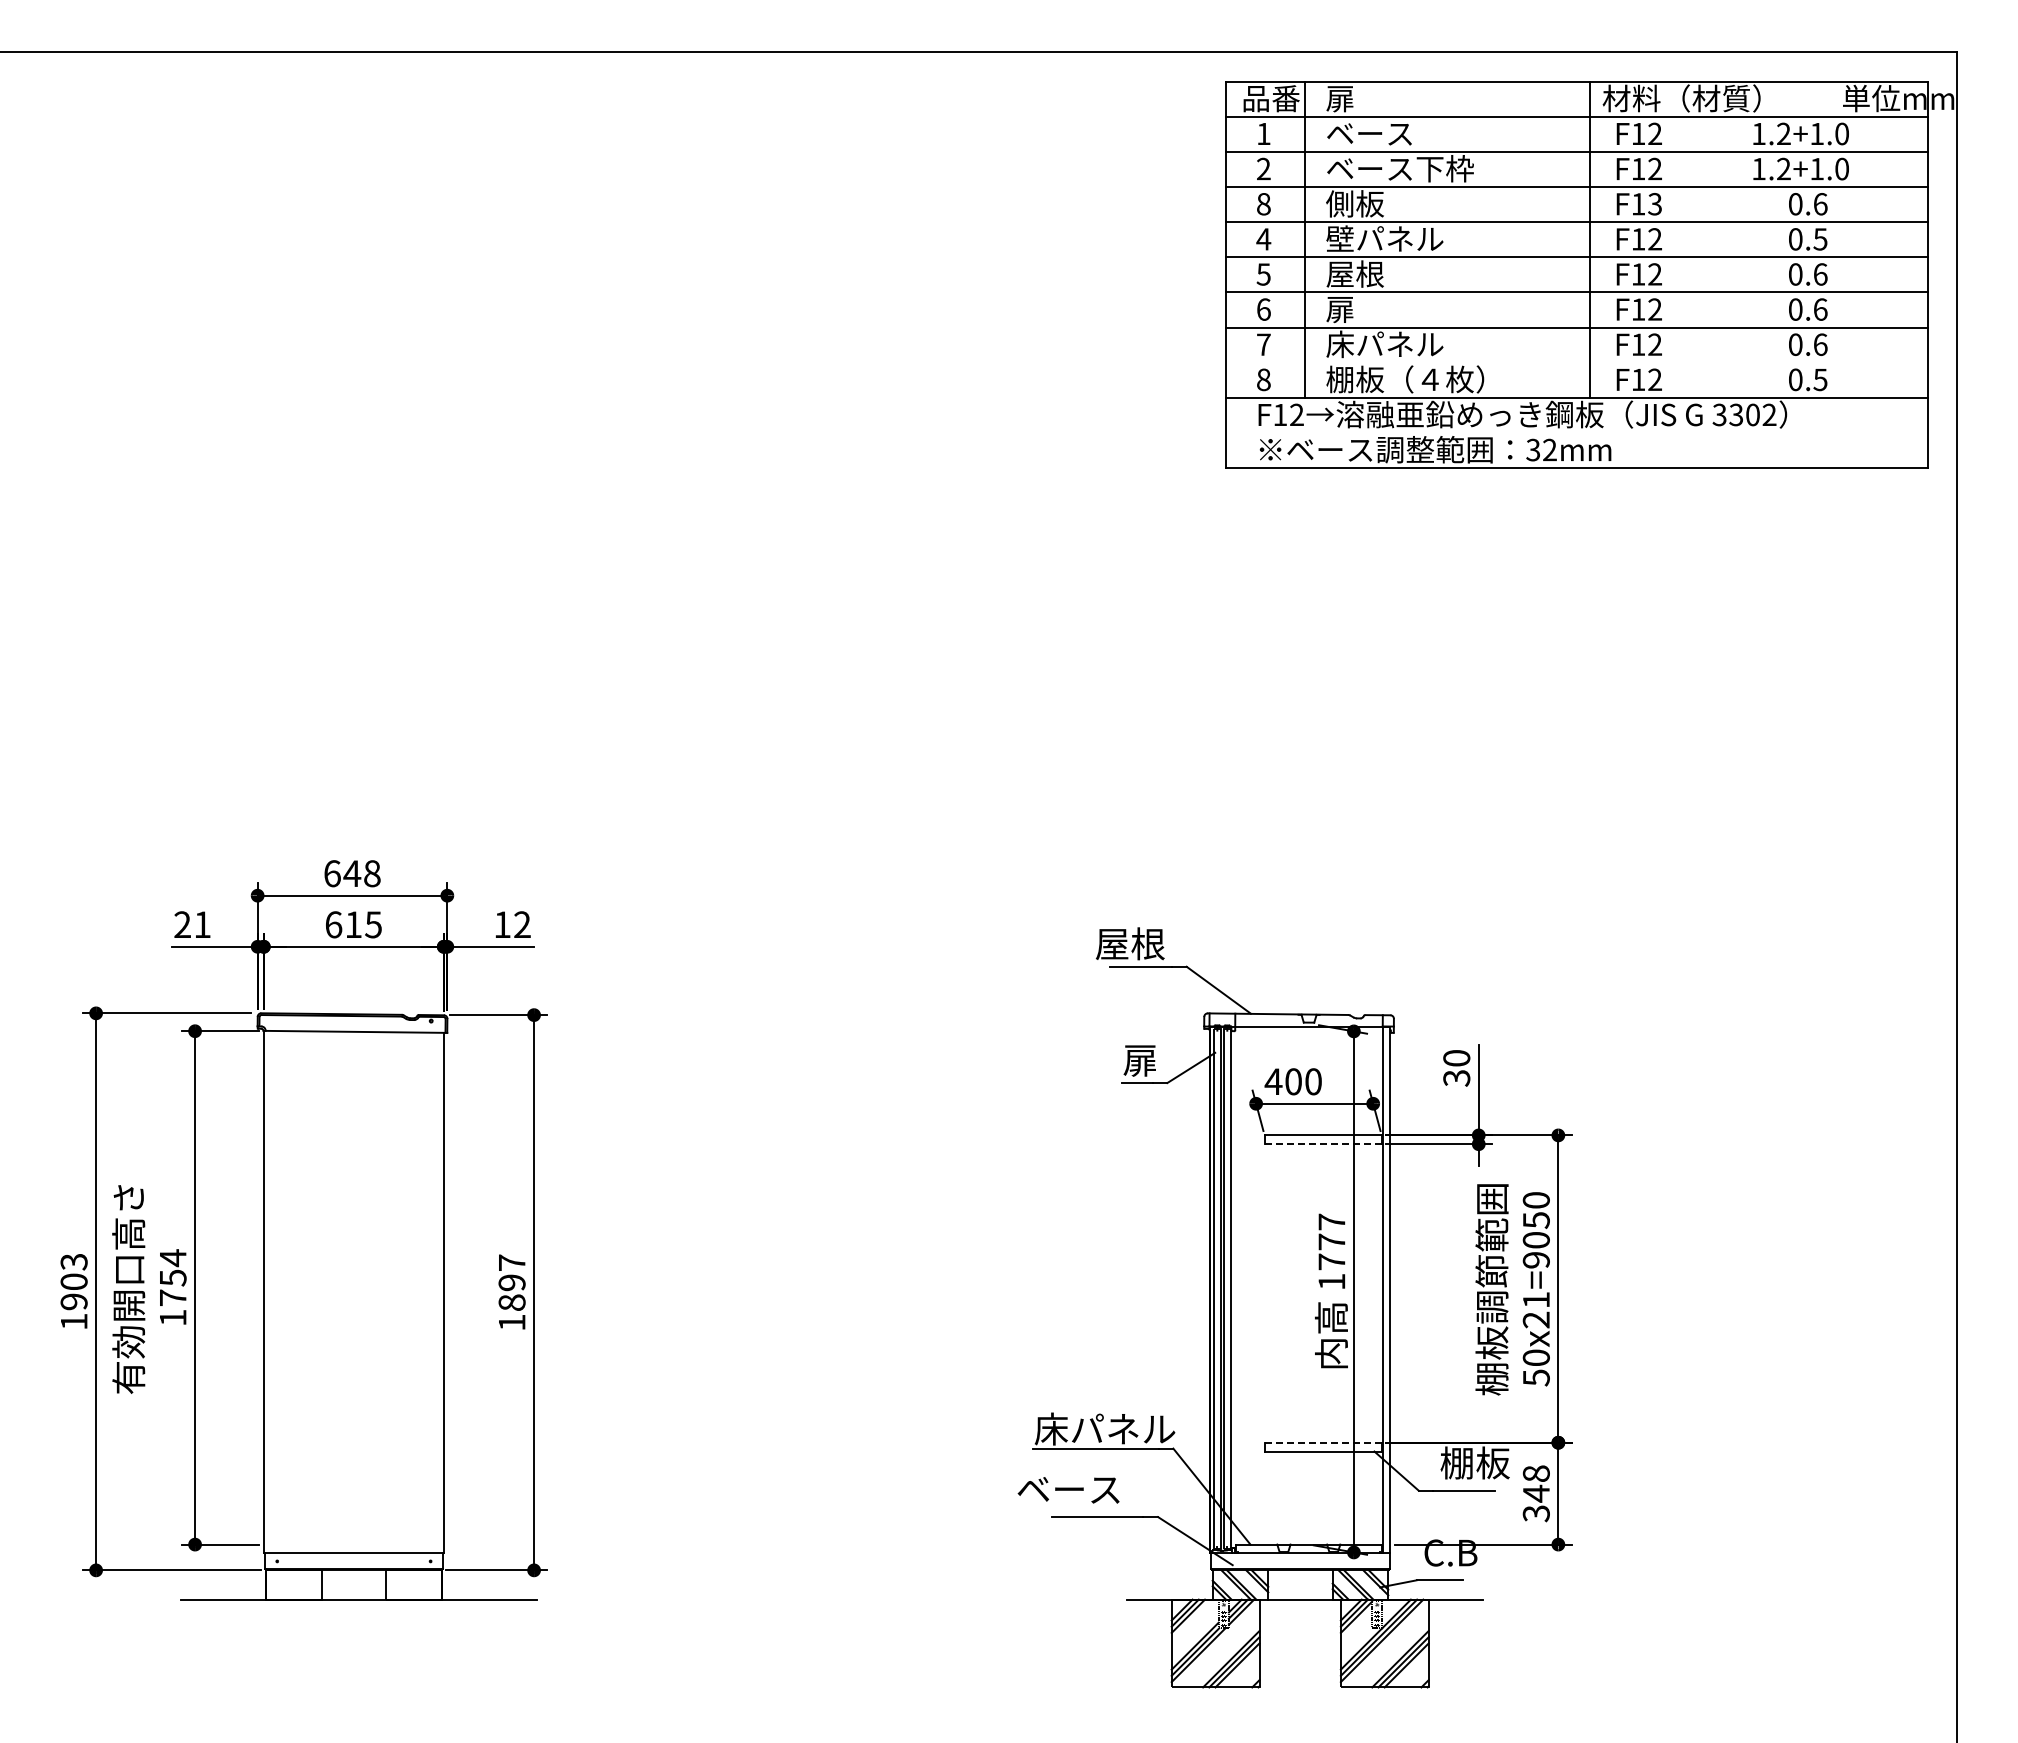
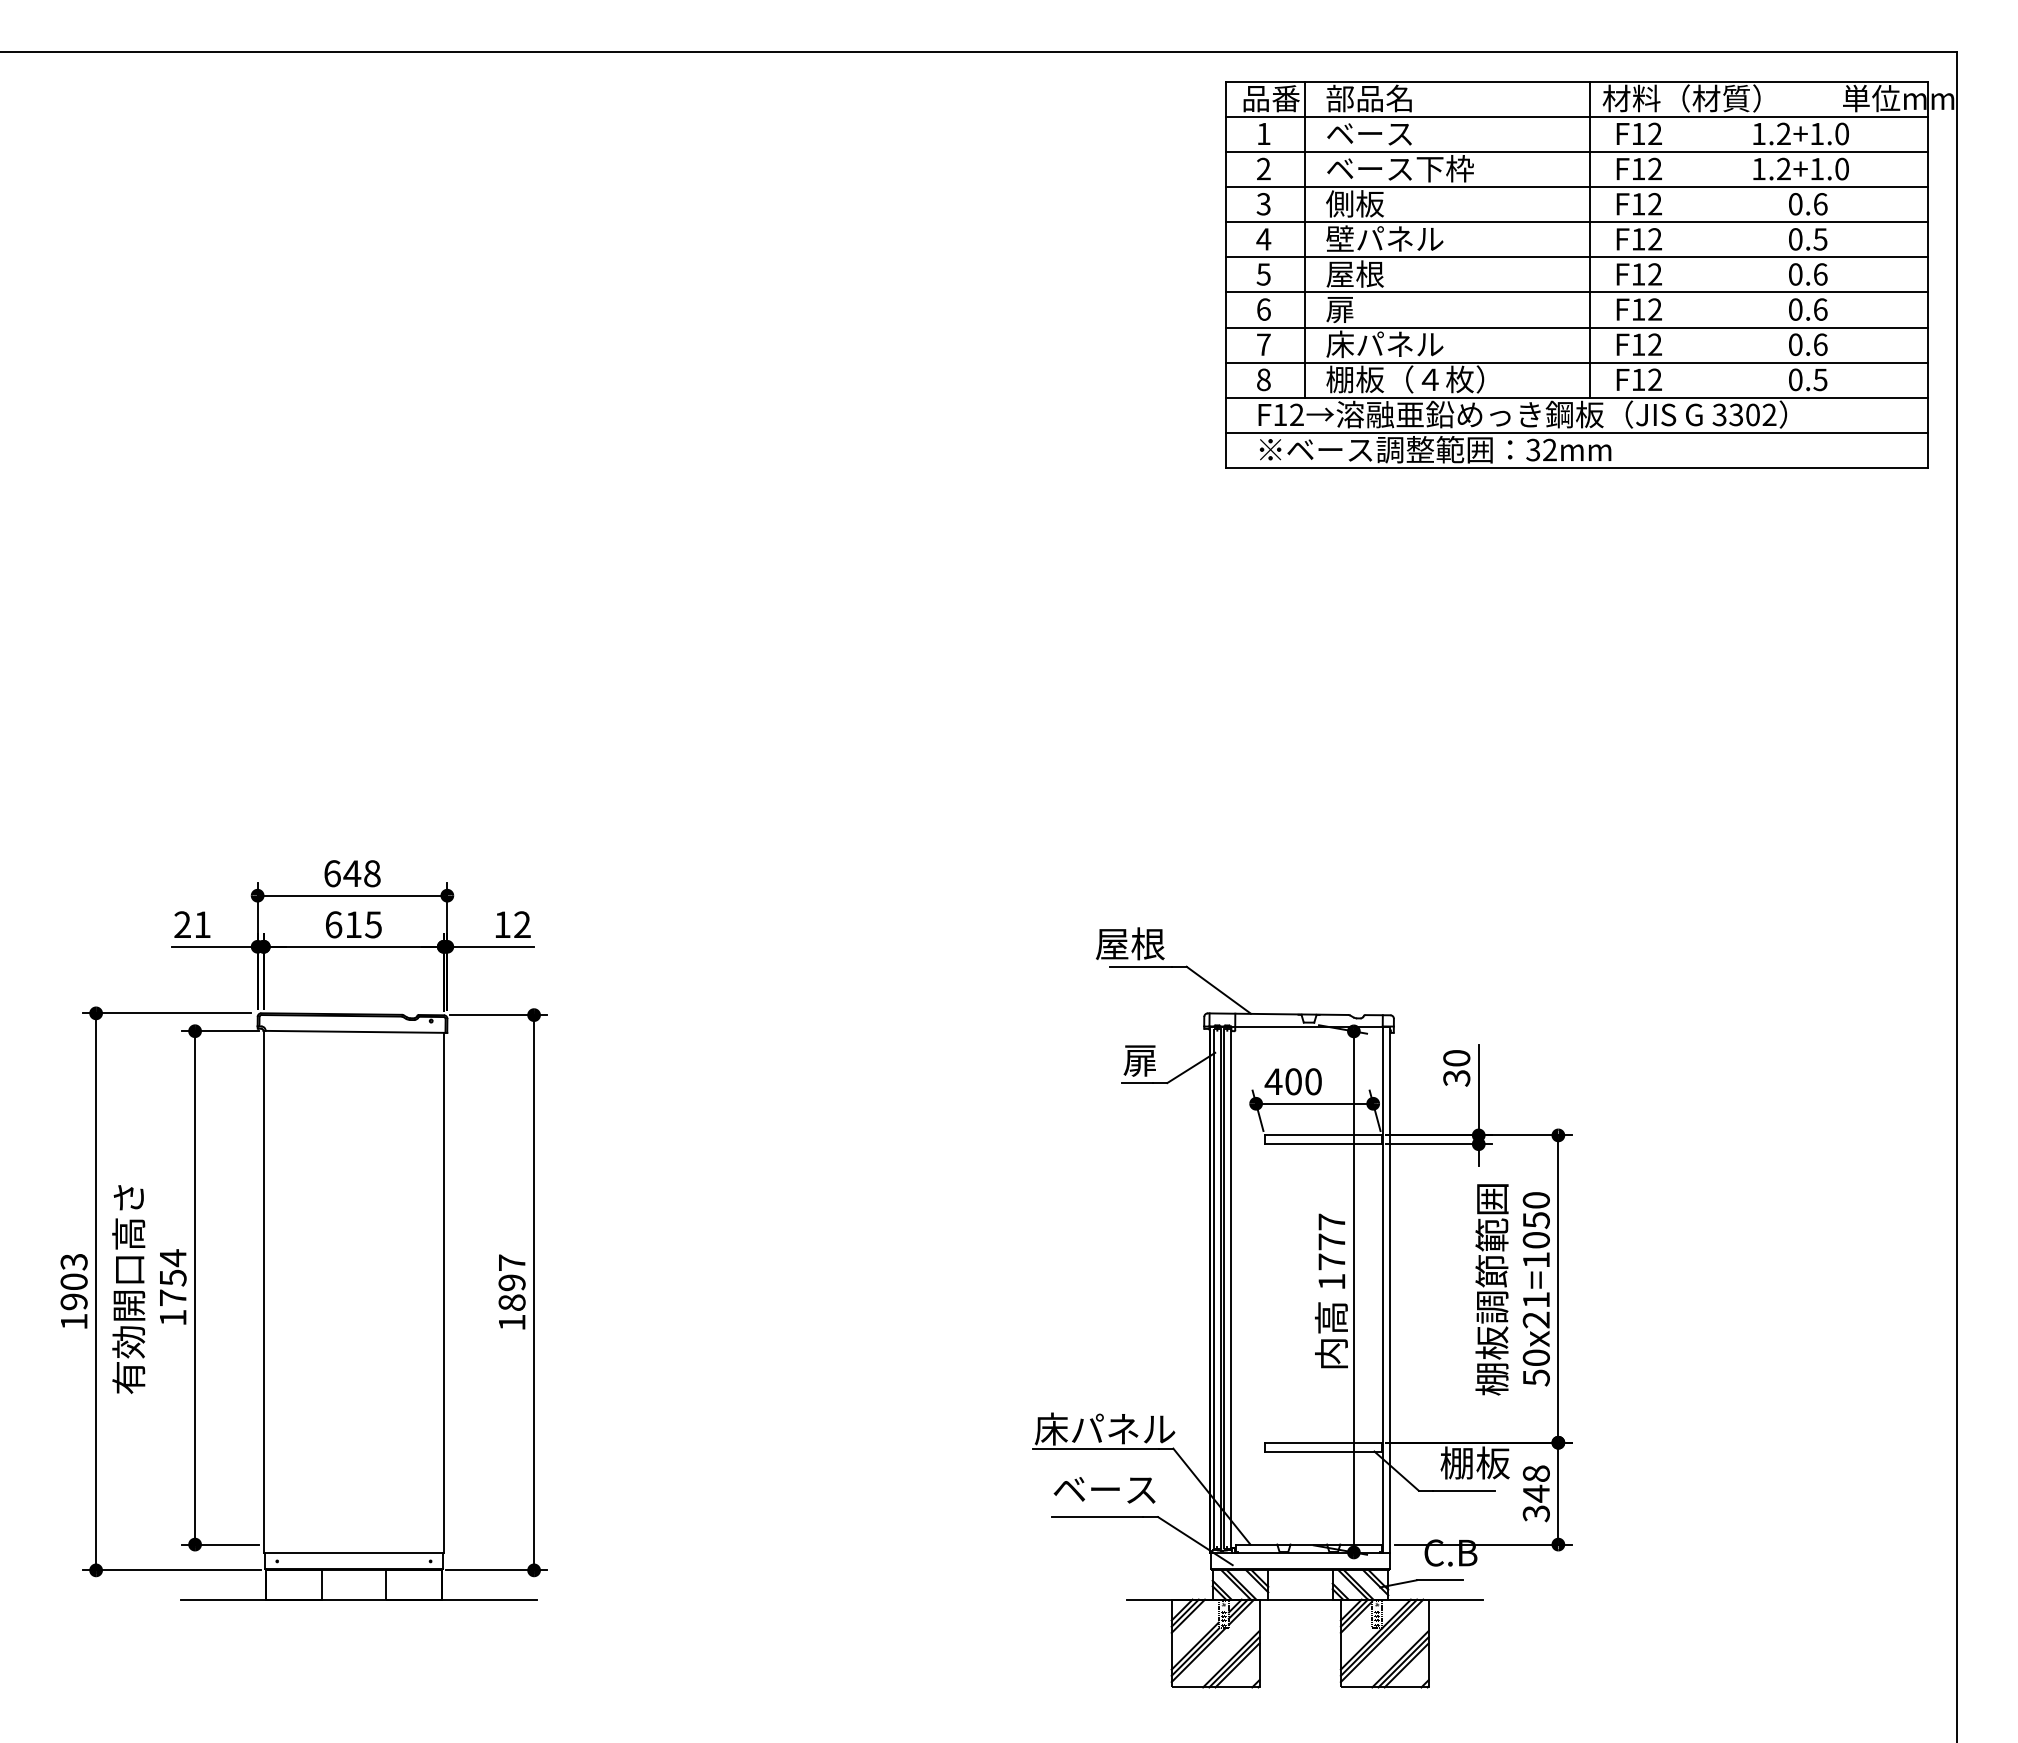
text at (1368, 98): 扉 -> 部品名
text at (1263, 204): 8 -> 3
text at (1654, 204): F13 -> F12
line at (1576, 362): none -> present
line at (1576, 432): none -> present
line at (1323, 1144): dashed -> solid
text at (1535, 1260): 50x21=9050 -> 50x21=1050
line at (1323, 1442): dashed -> solid
text at (1068, 1490) position: (1068, 1490) -> (1104, 1490)
